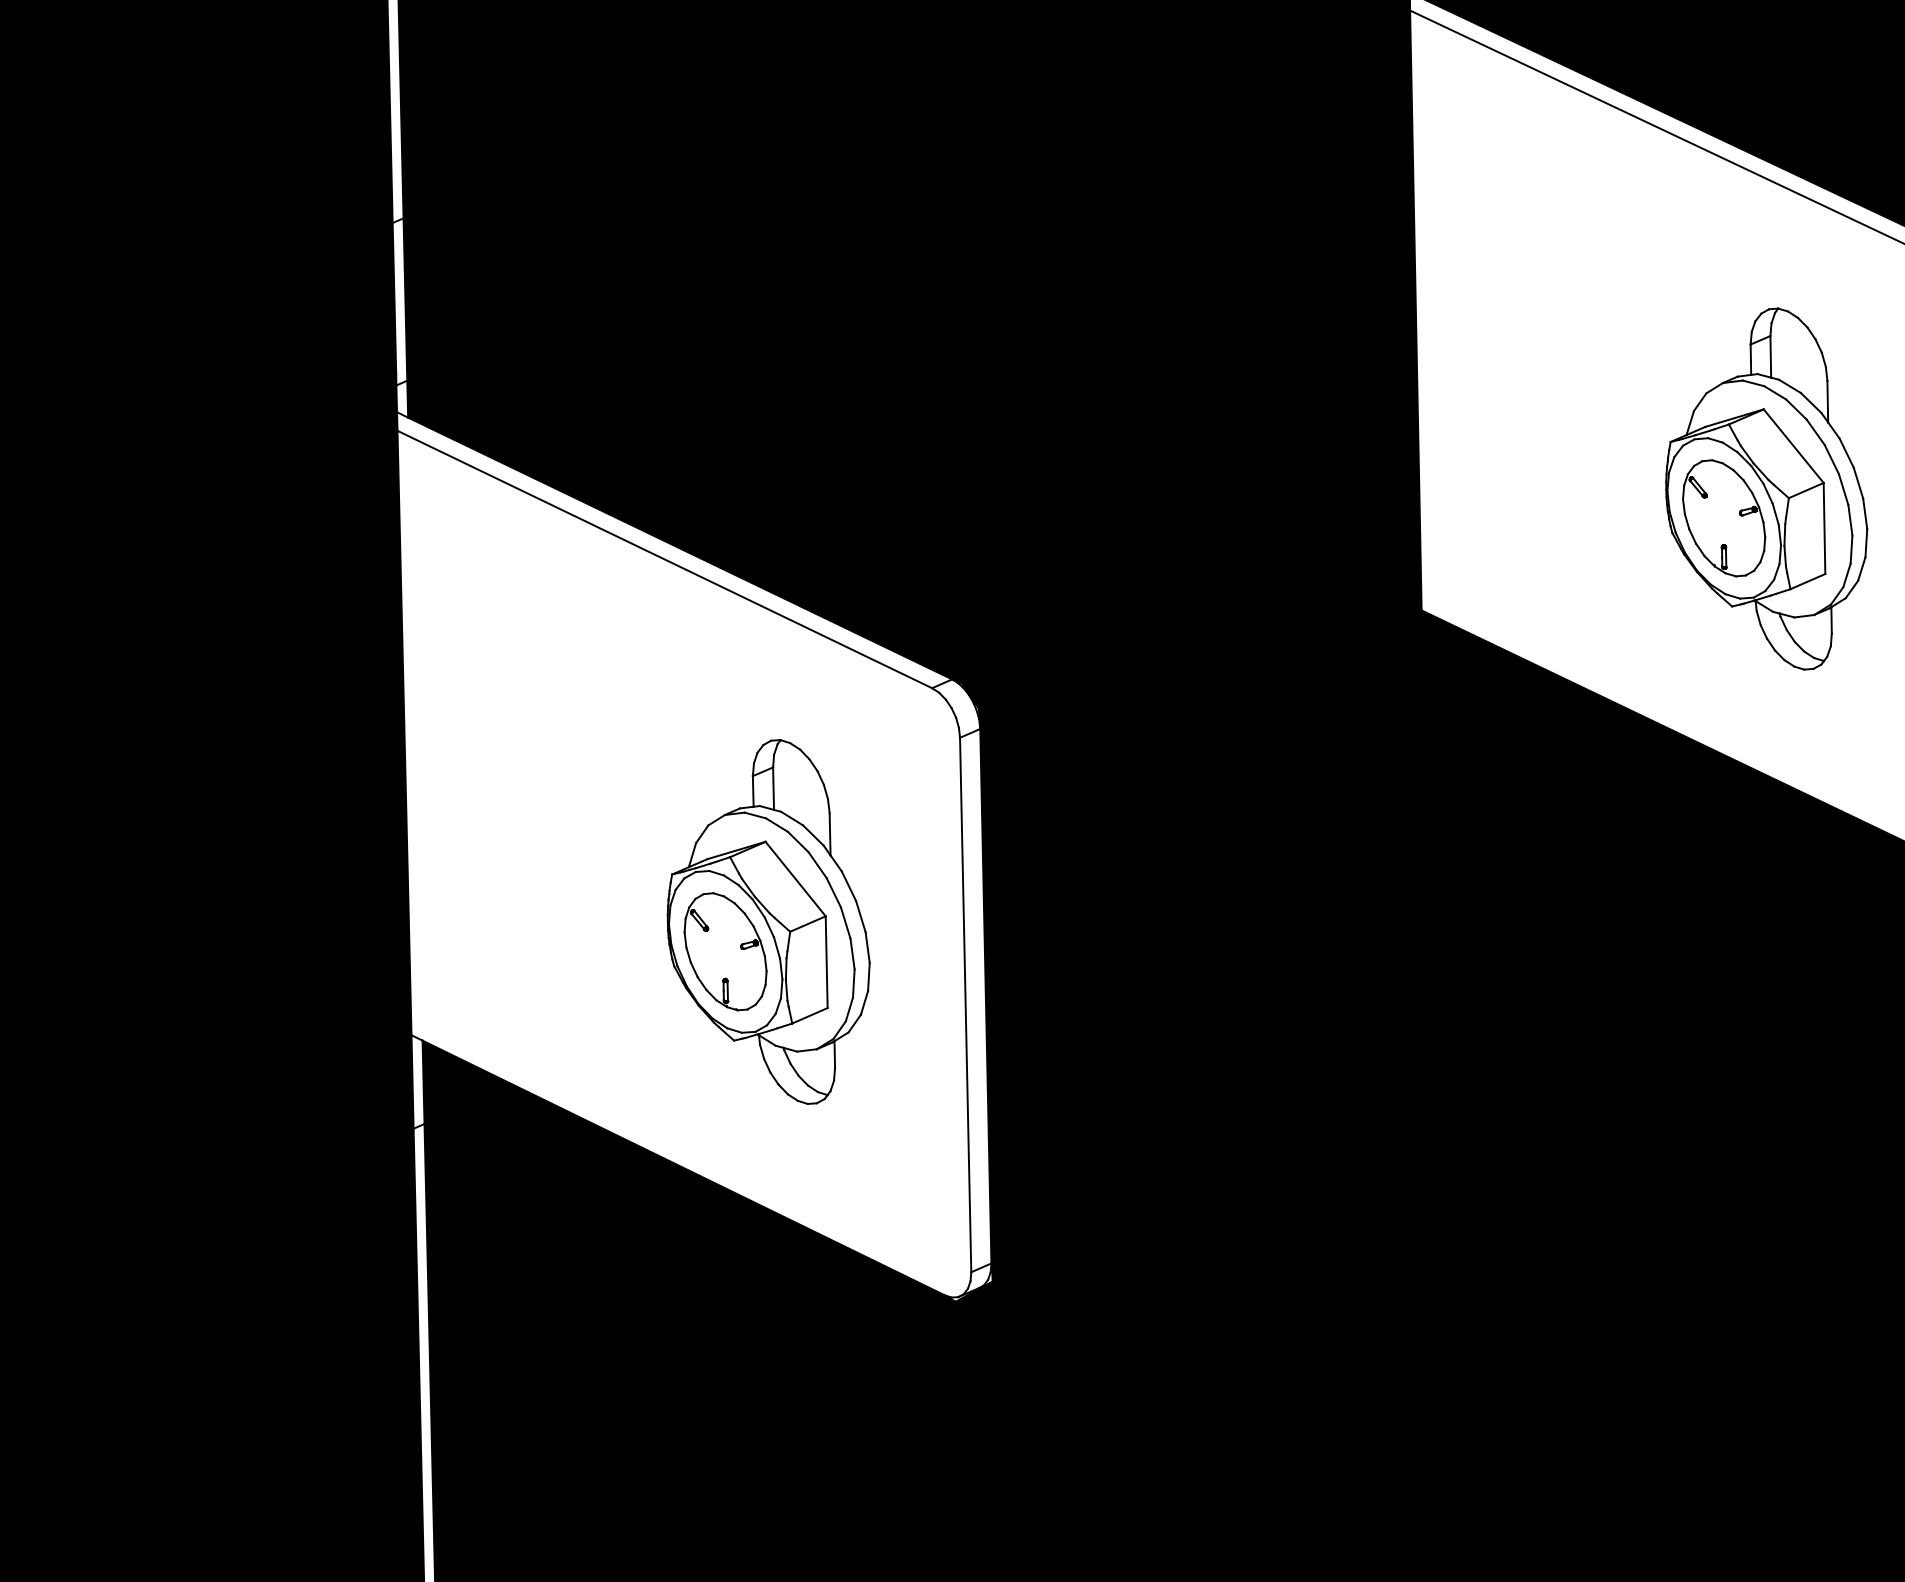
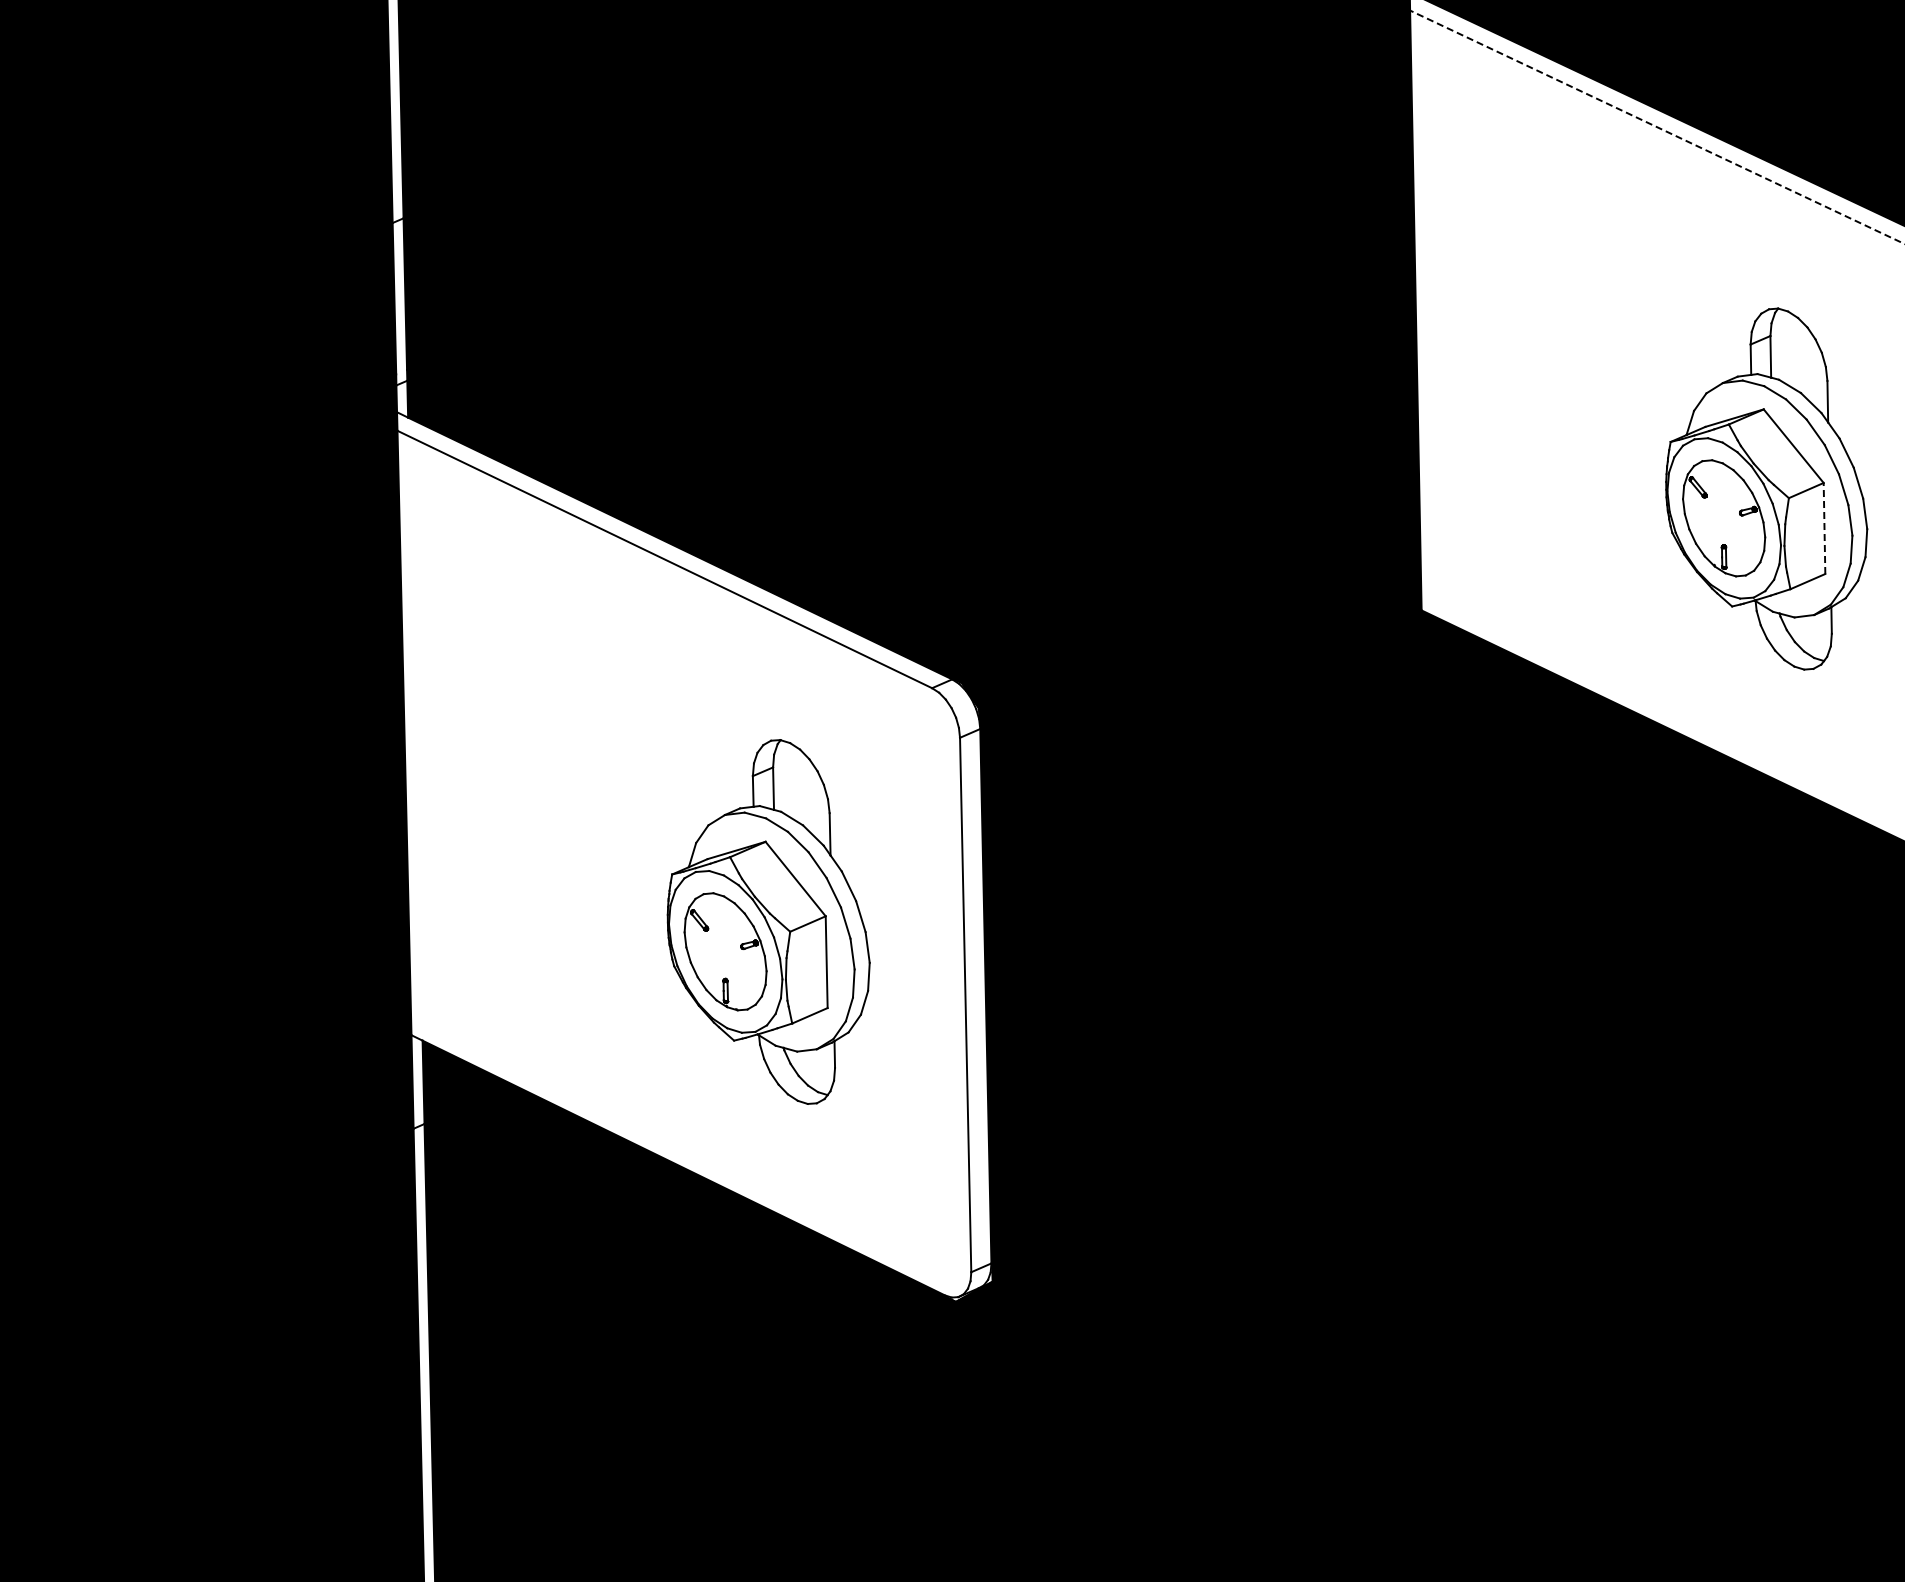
line at (1656, 127): solid -> dashed
line at (1824, 528): solid -> dashed
